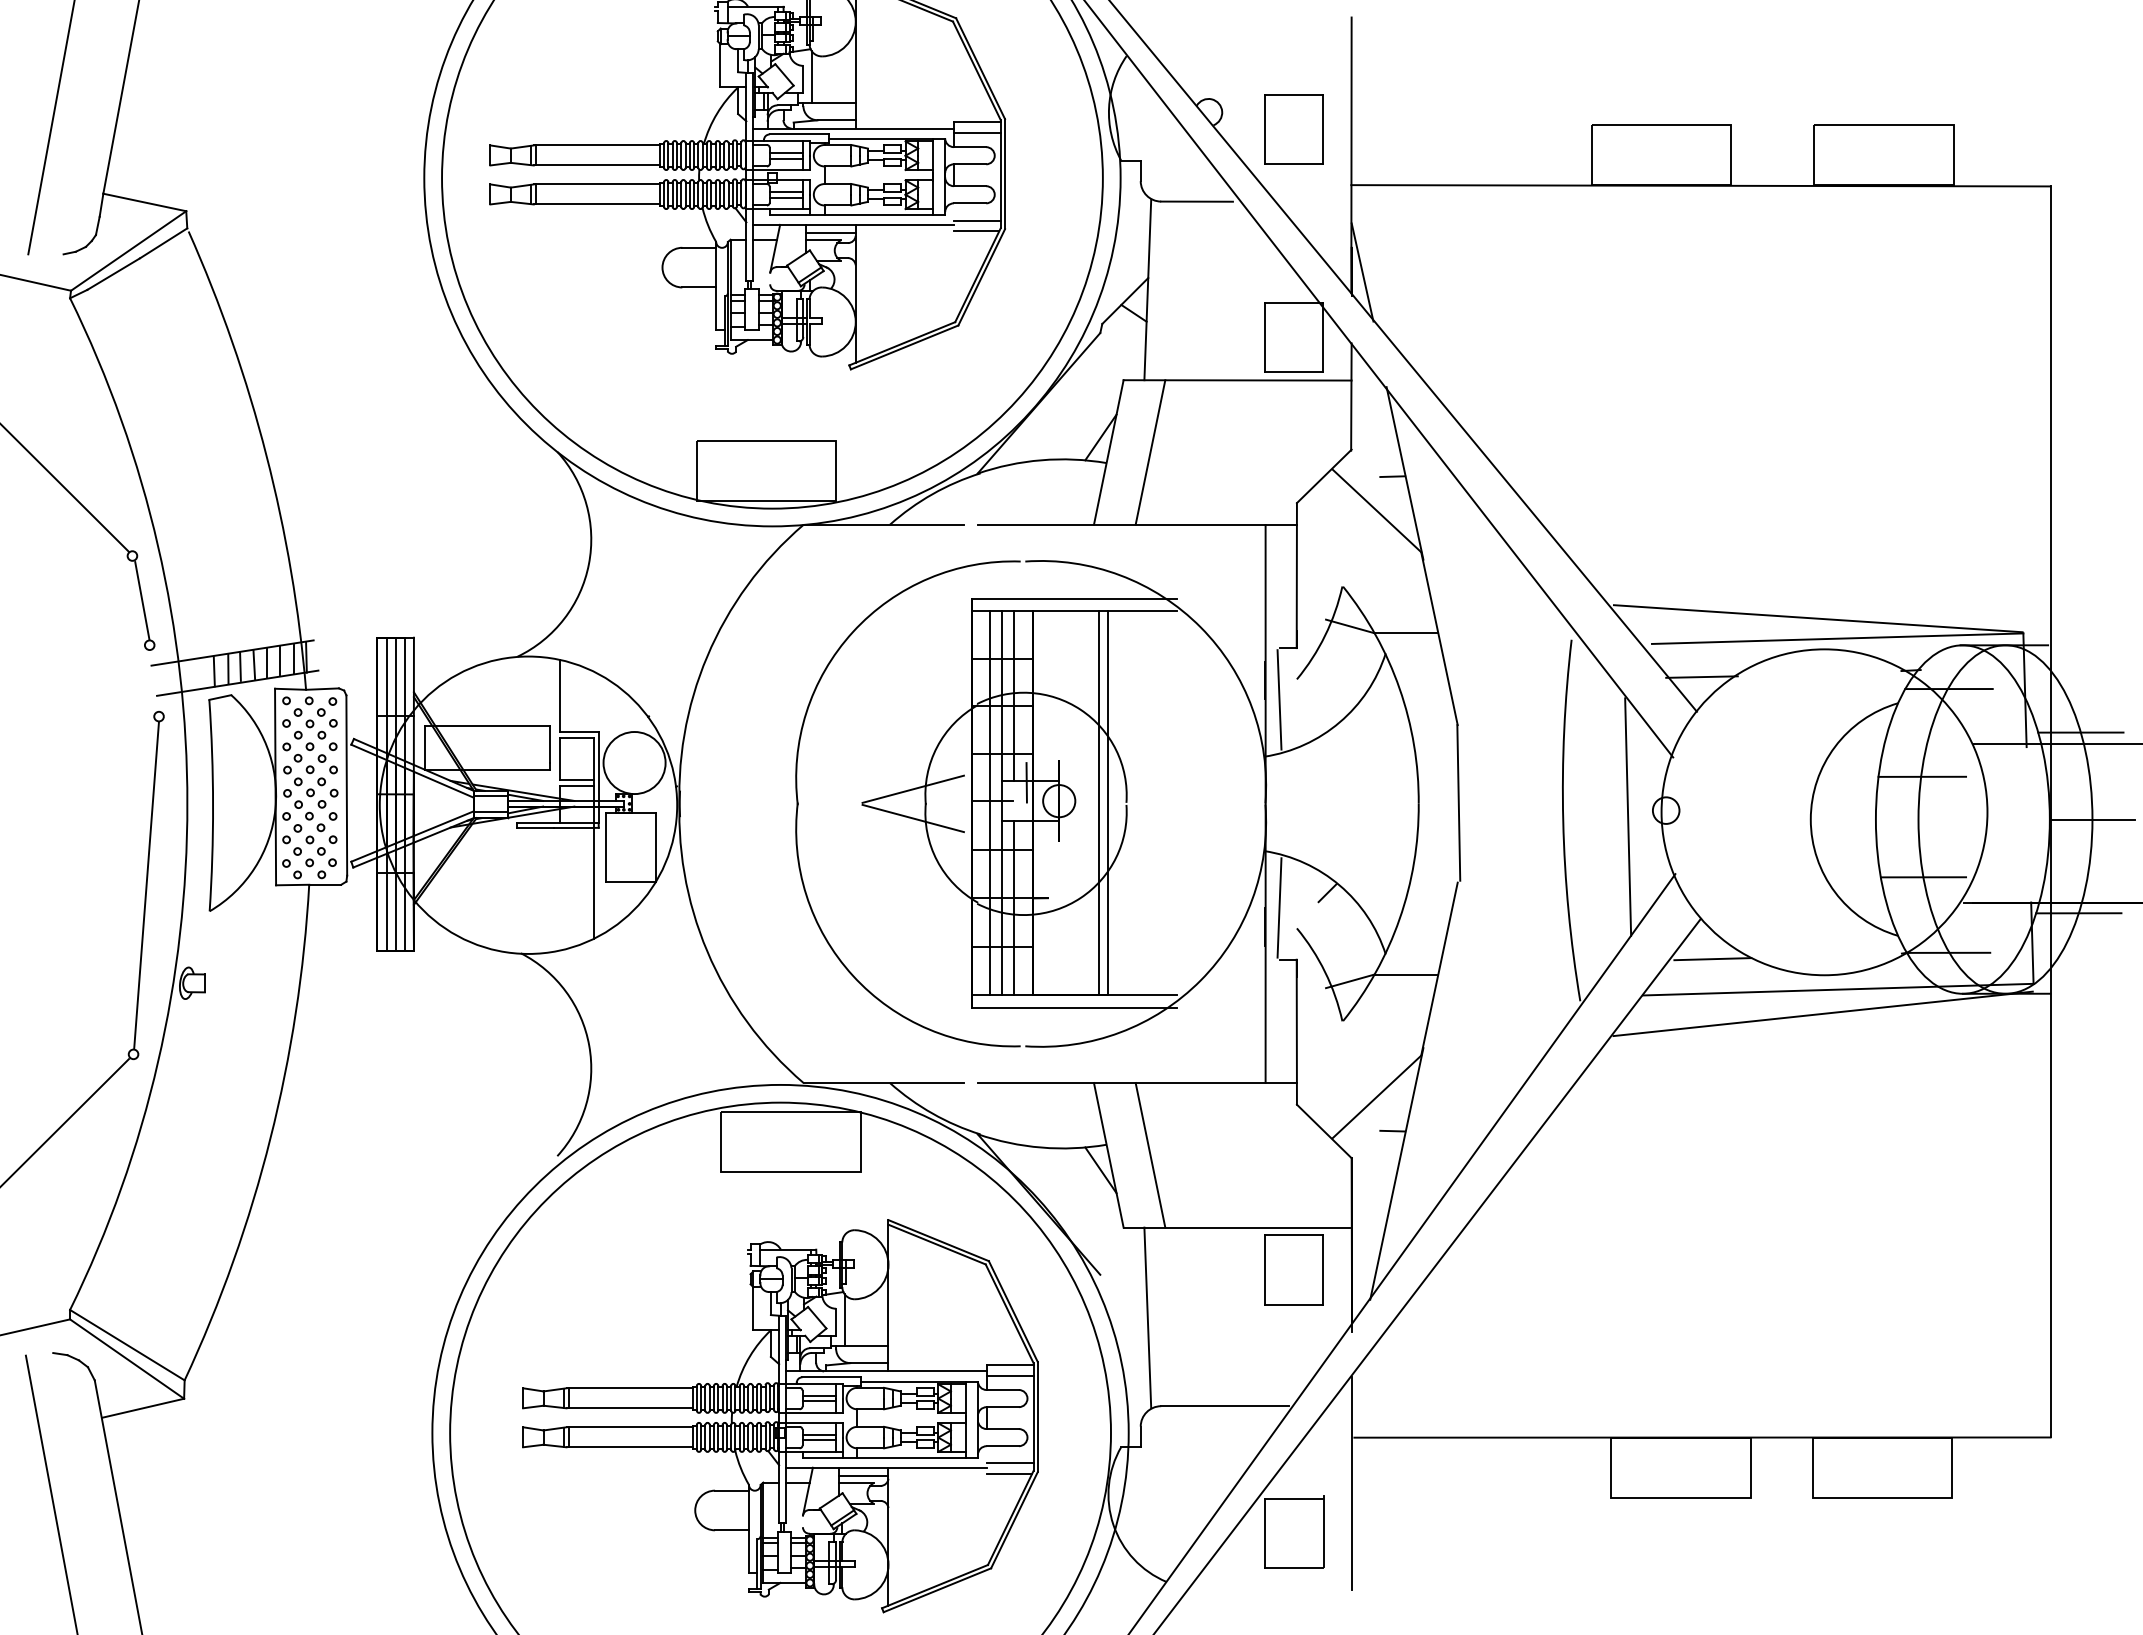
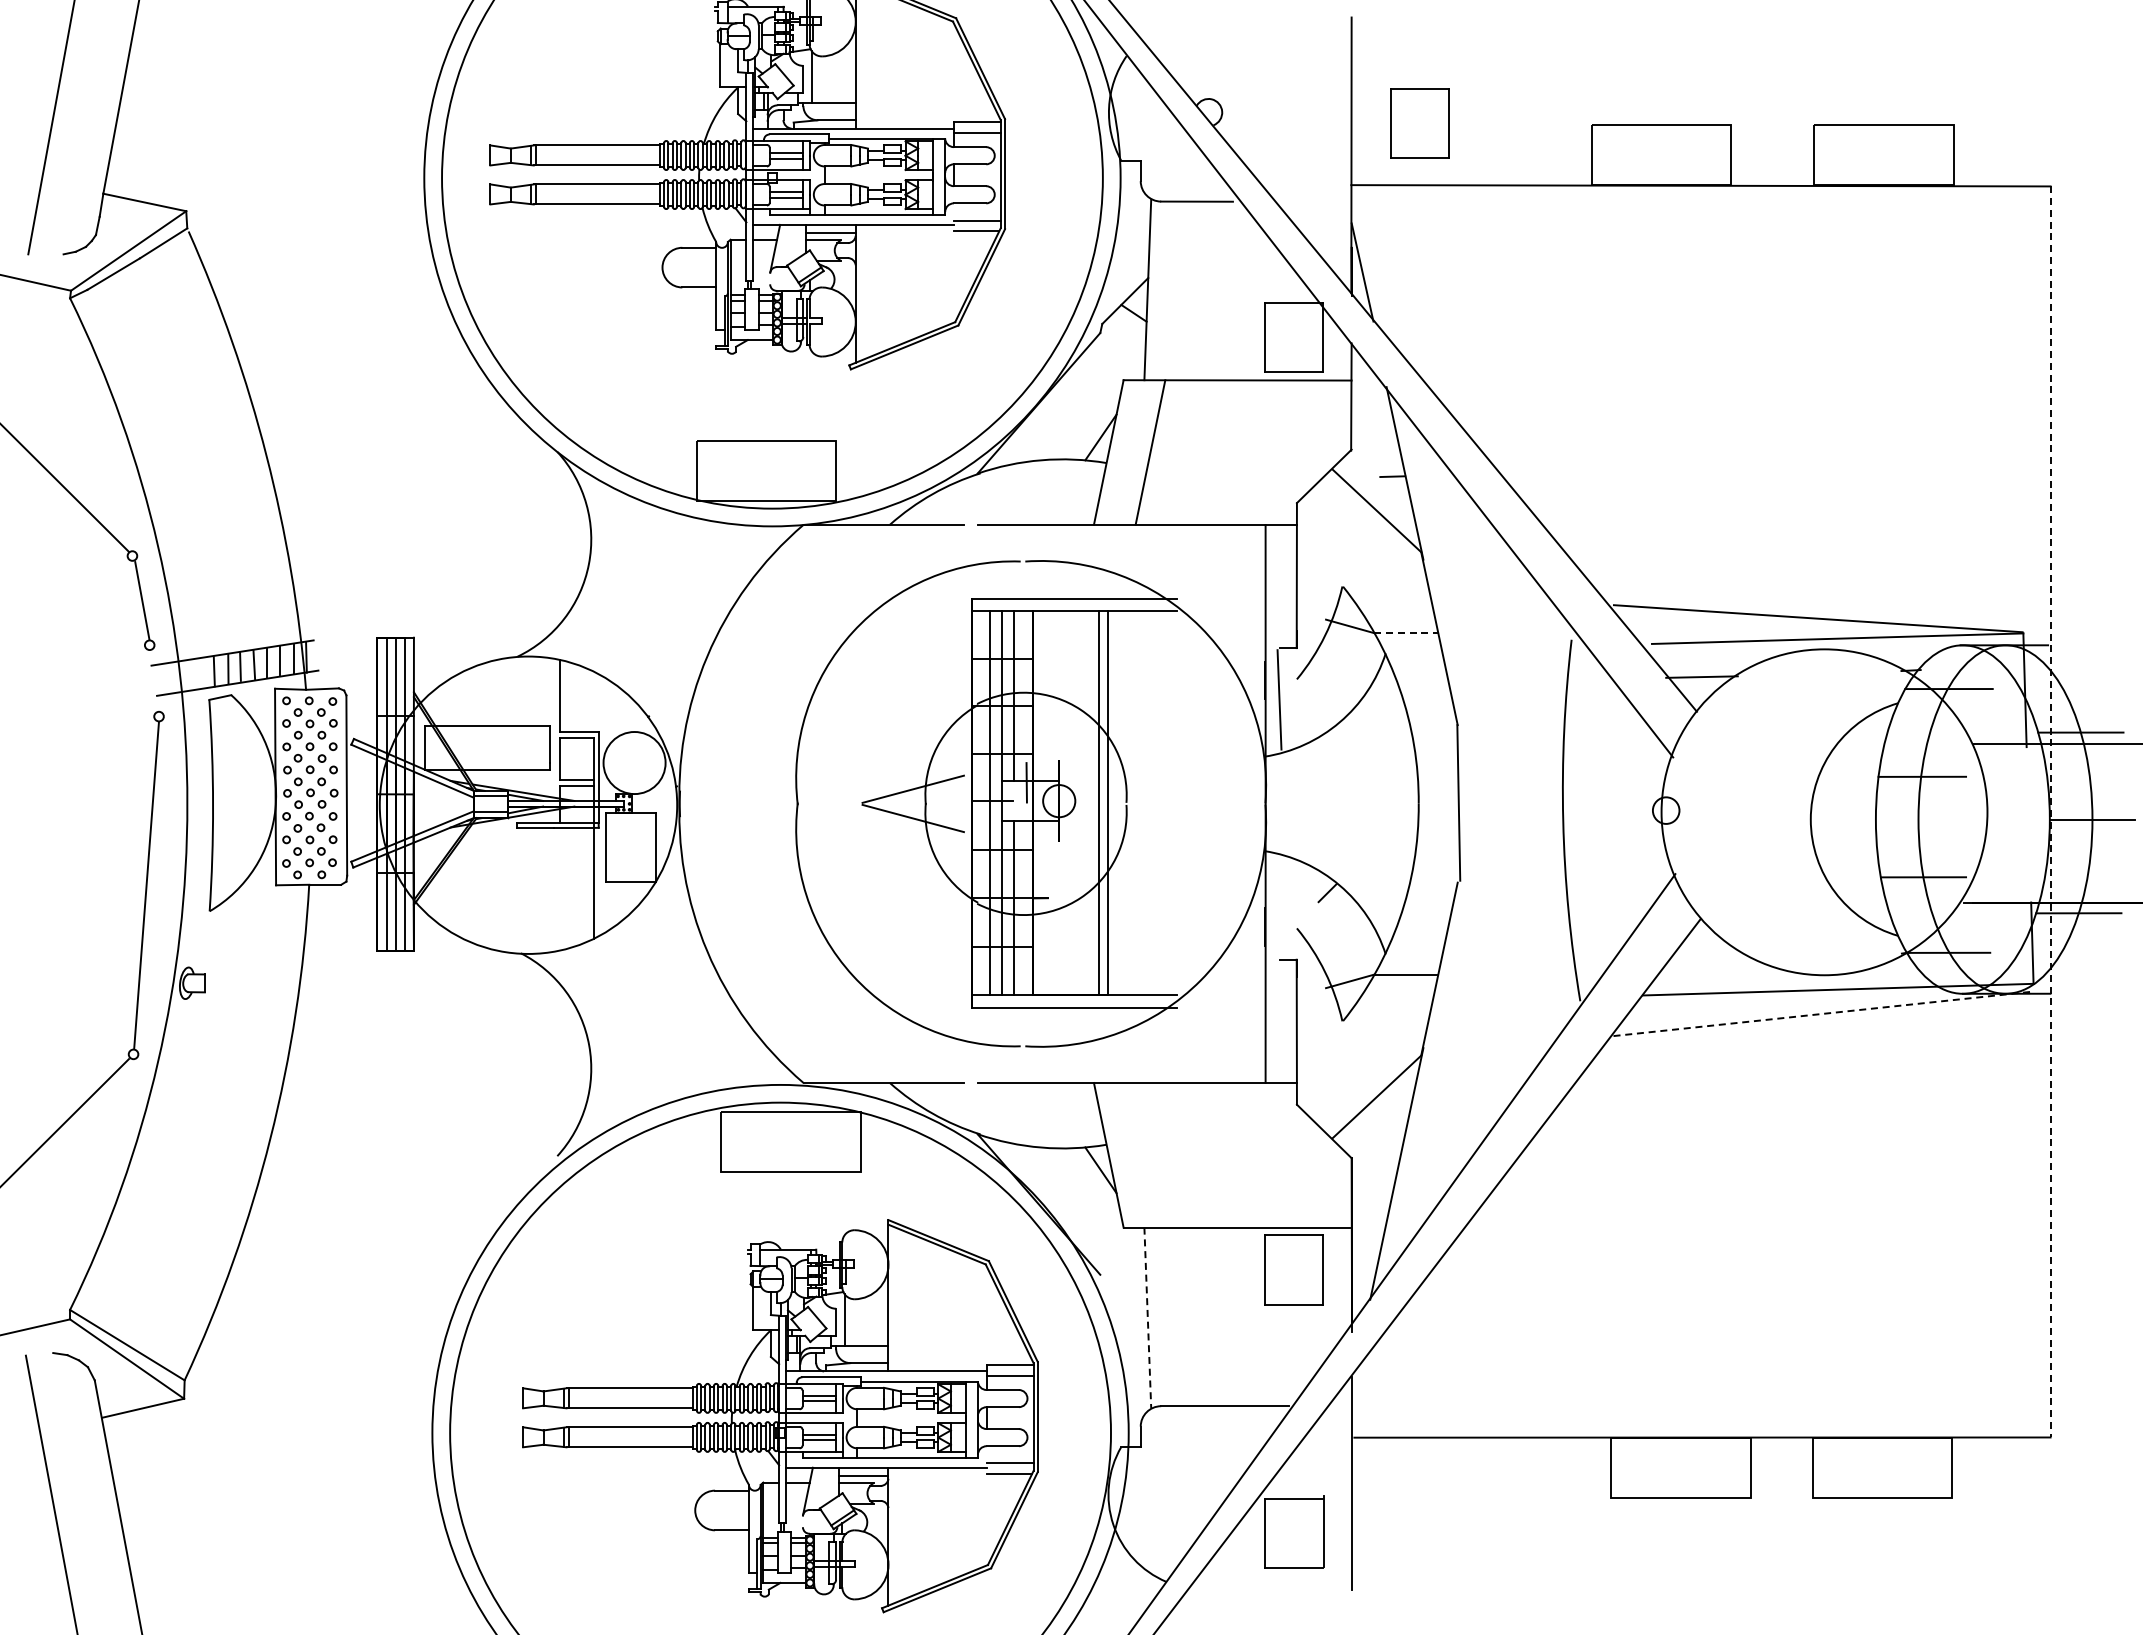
part at (1293, 129) position: (1293, 129) -> (1419, 123)
line at (1406, 632): solid -> dashed
line at (2050, 811): solid -> dashed
line at (1628, 816): present -> none
line at (1279, 907): present -> none
line at (1712, 959): present -> none
line at (1823, 1013): solid -> dashed
line at (1392, 1130): present -> none
line at (1150, 1155): present -> none
line at (1147, 1318): solid -> dashed
